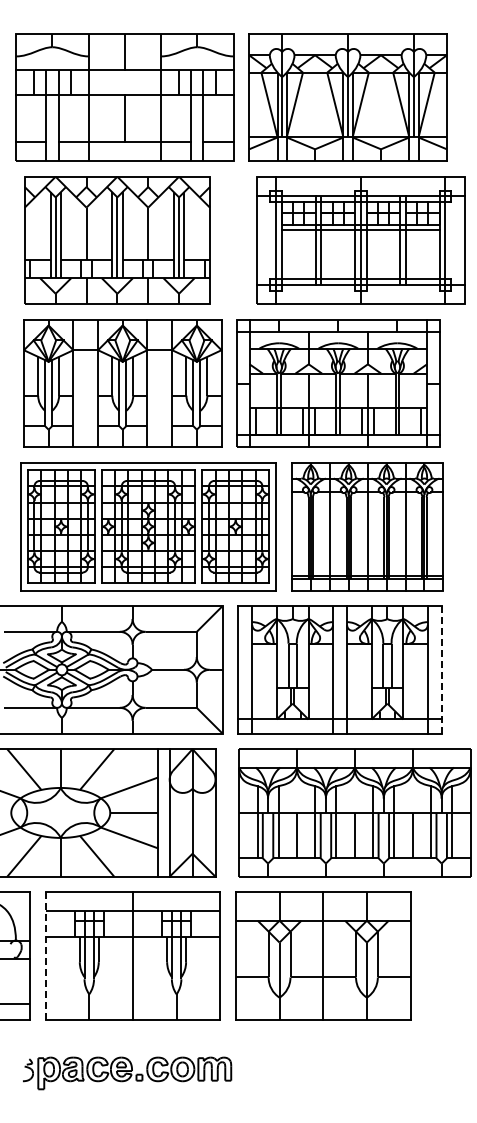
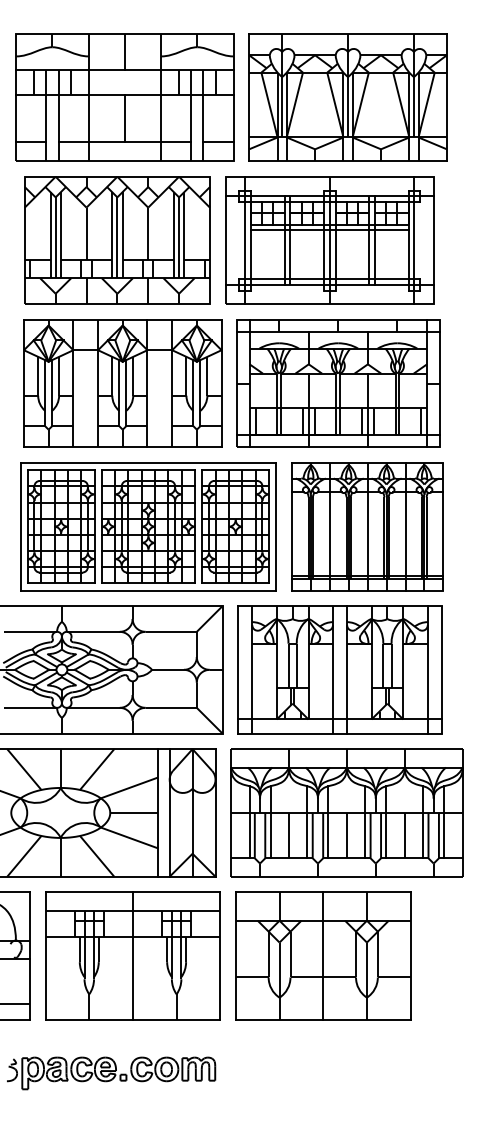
part at (360, 240) position: (360, 240) -> (329, 240)
line at (441, 669): dashed -> solid
part at (354, 812) position: (354, 812) -> (346, 812)
line at (45, 956): dashed -> solid
part at (127, 1073) position: (127, 1073) -> (111, 1073)
